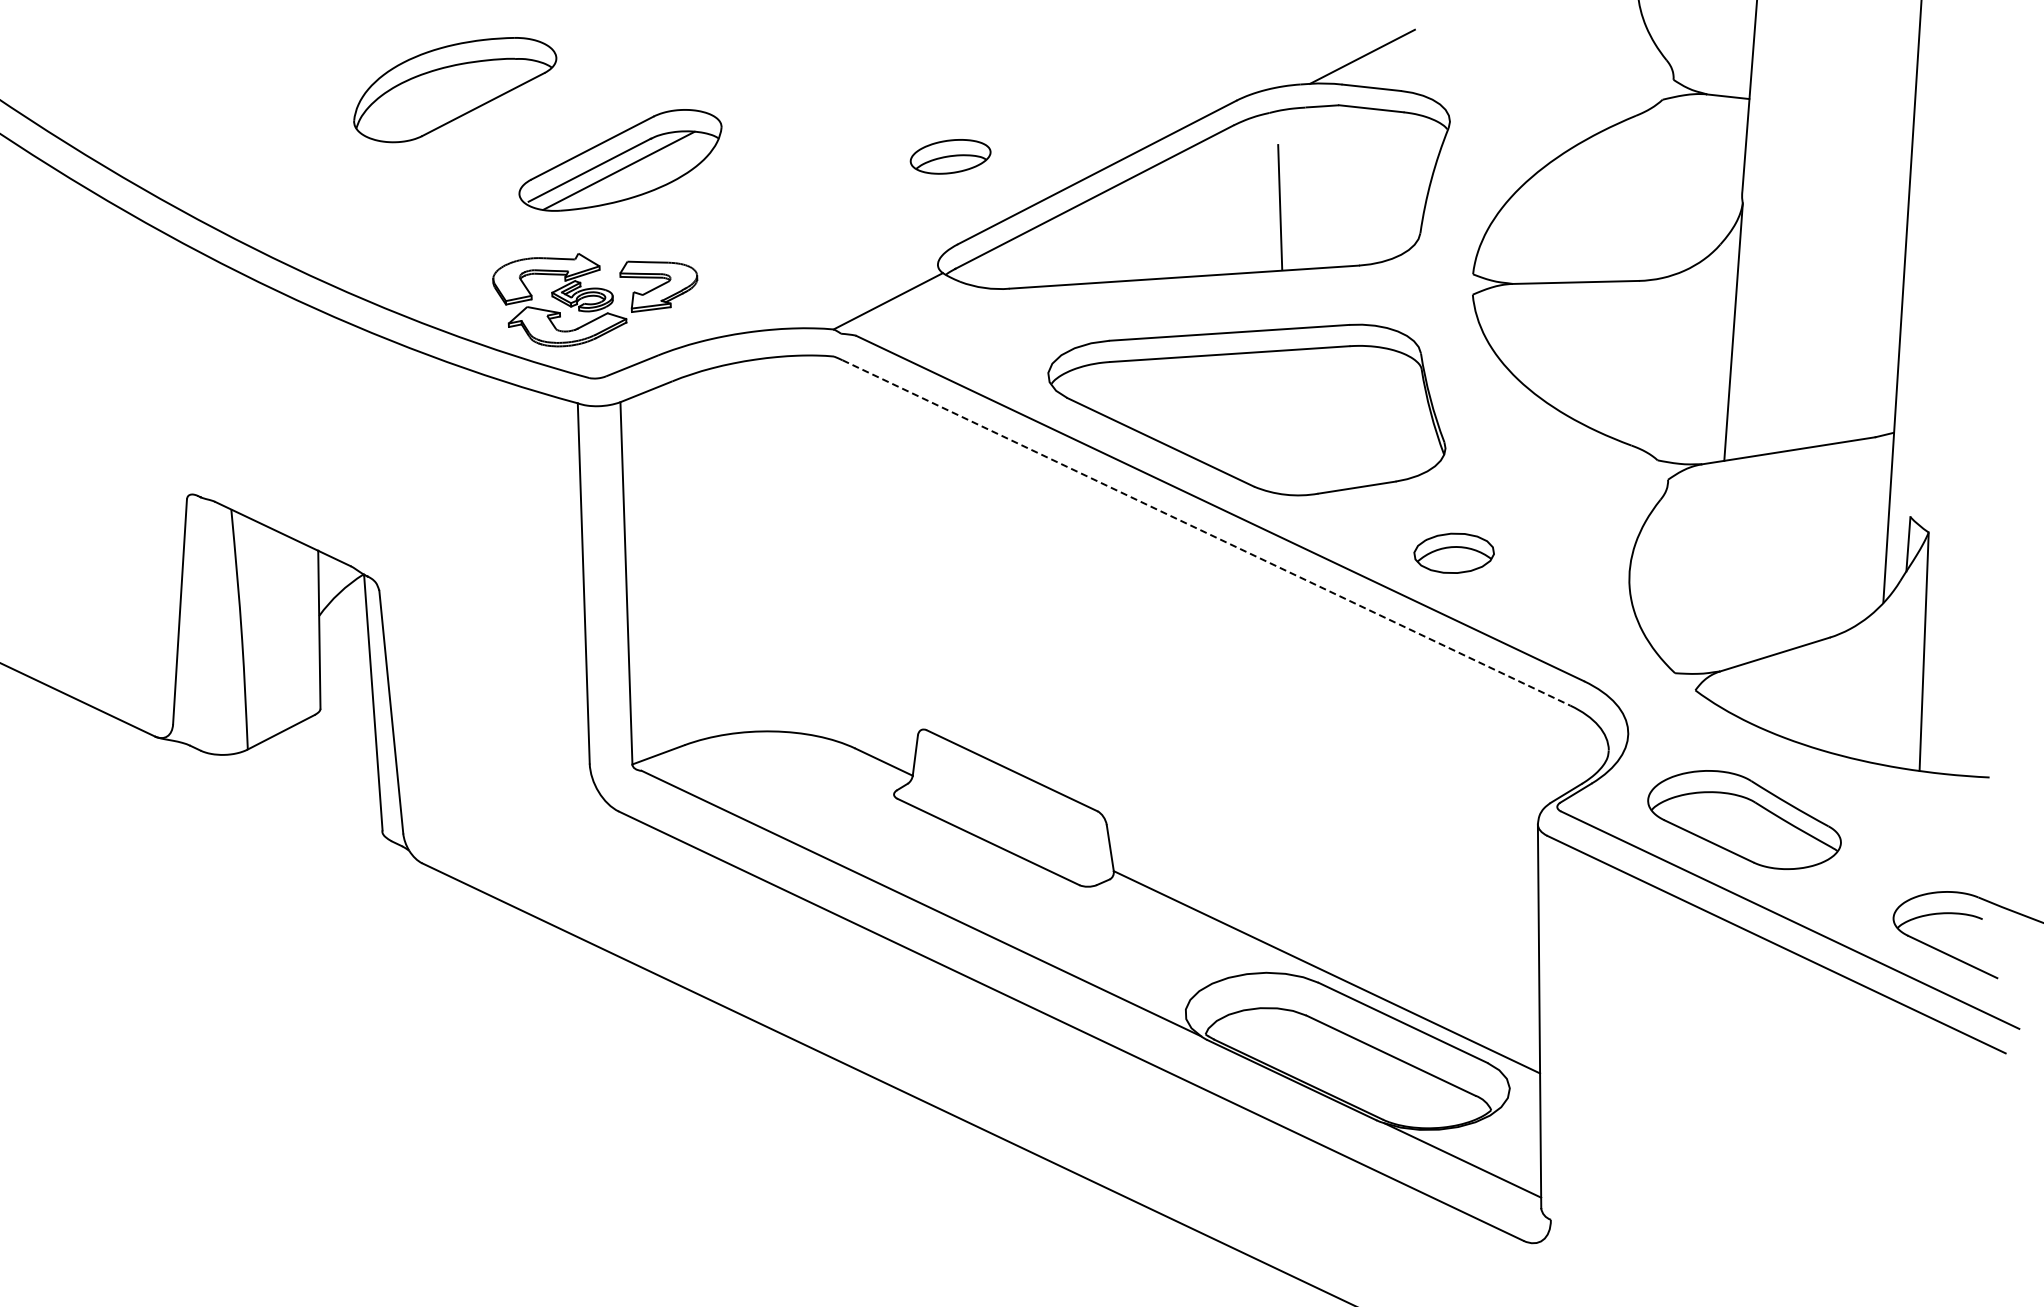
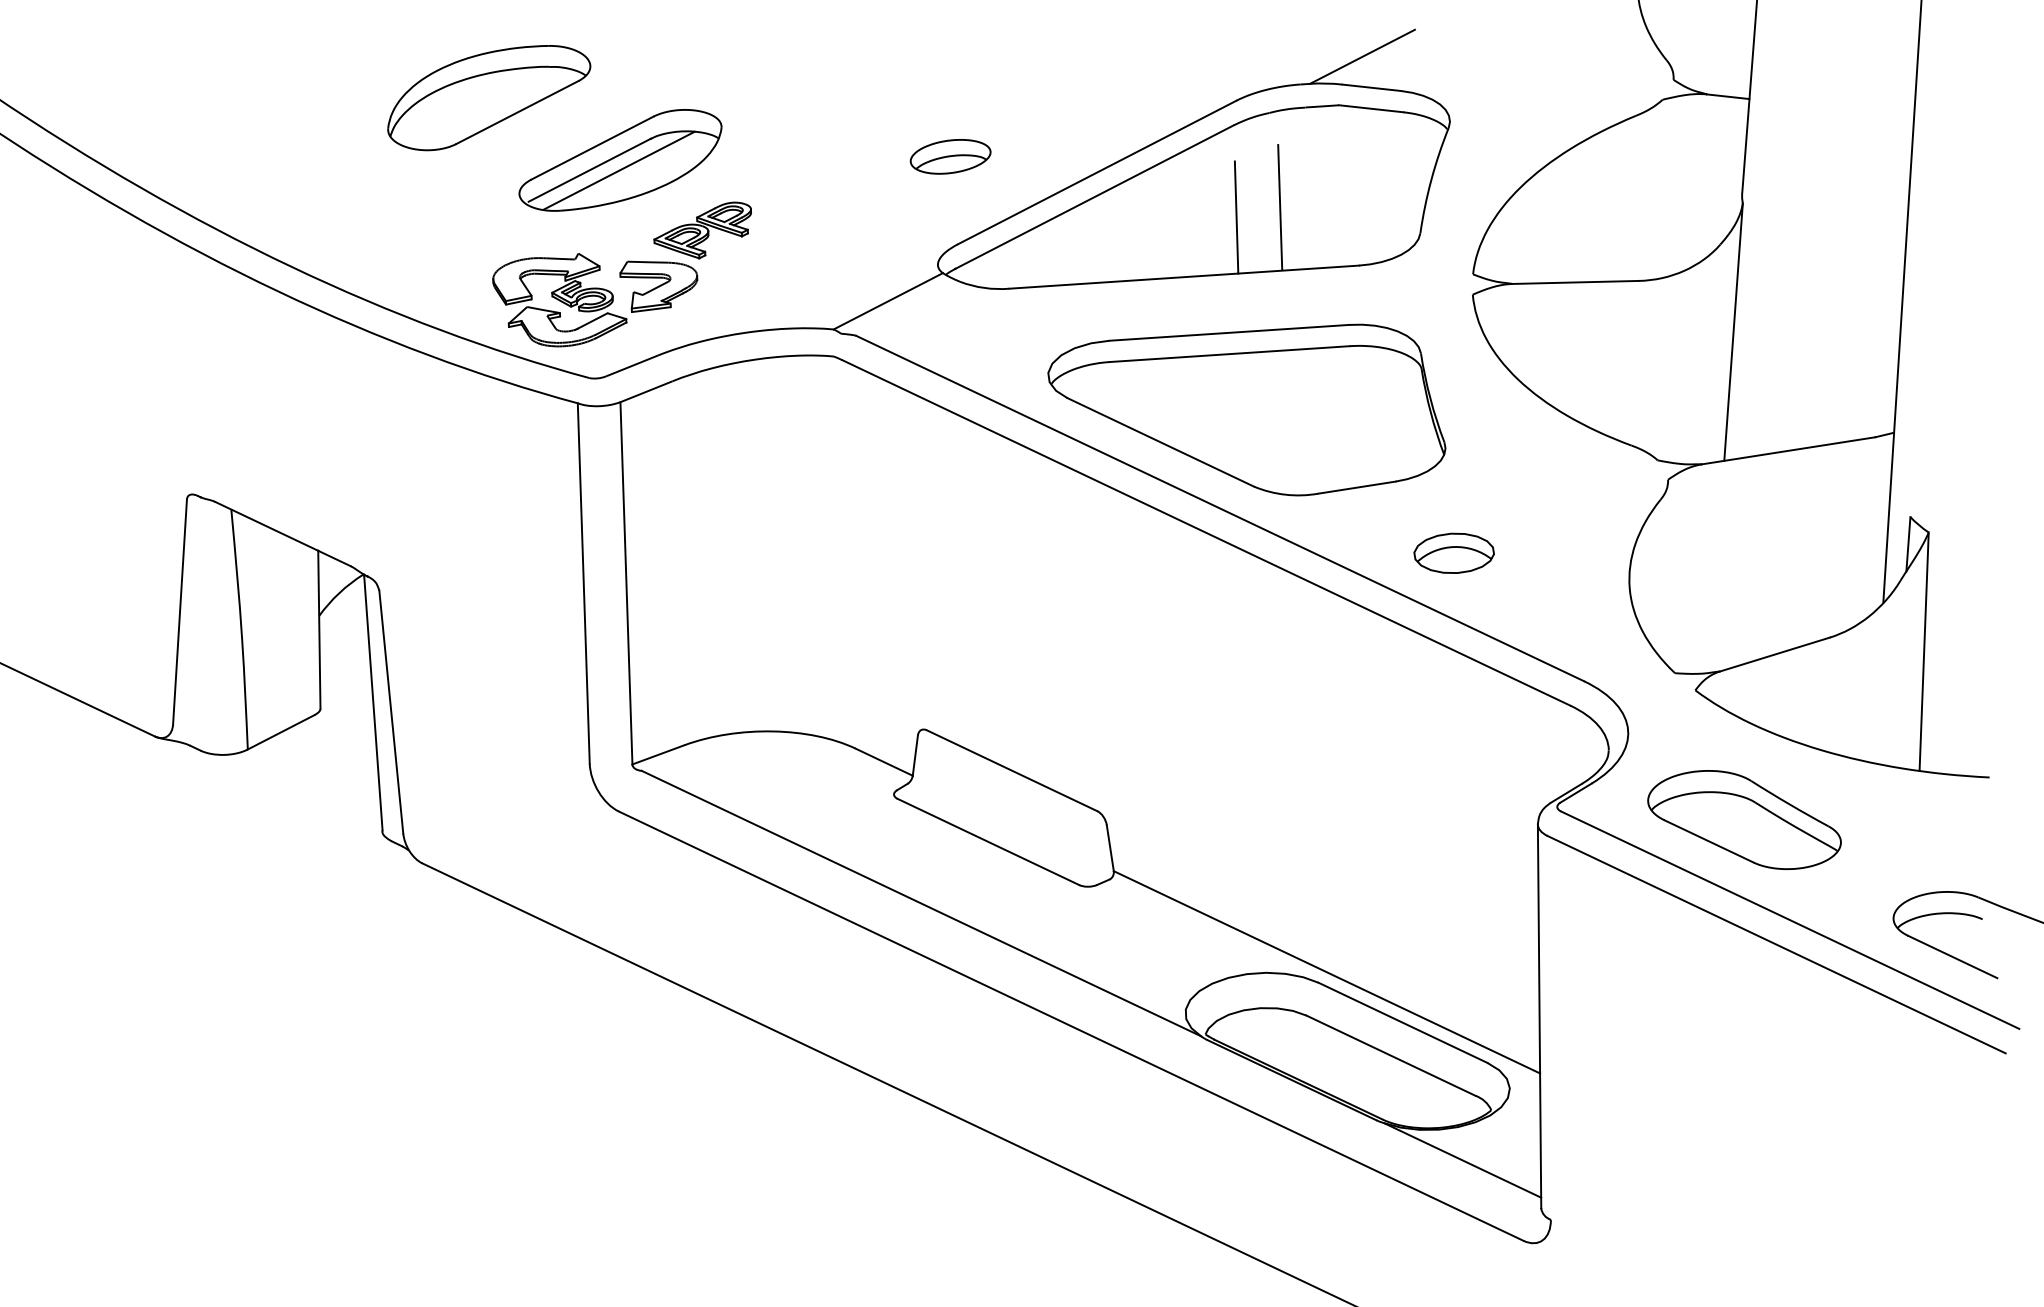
part at (455, 90) position: (455, 90) -> (489, 98)
line at (1236, 217): none -> present
part at (702, 230): none -> present
line at (1206, 532): dashed -> solid
